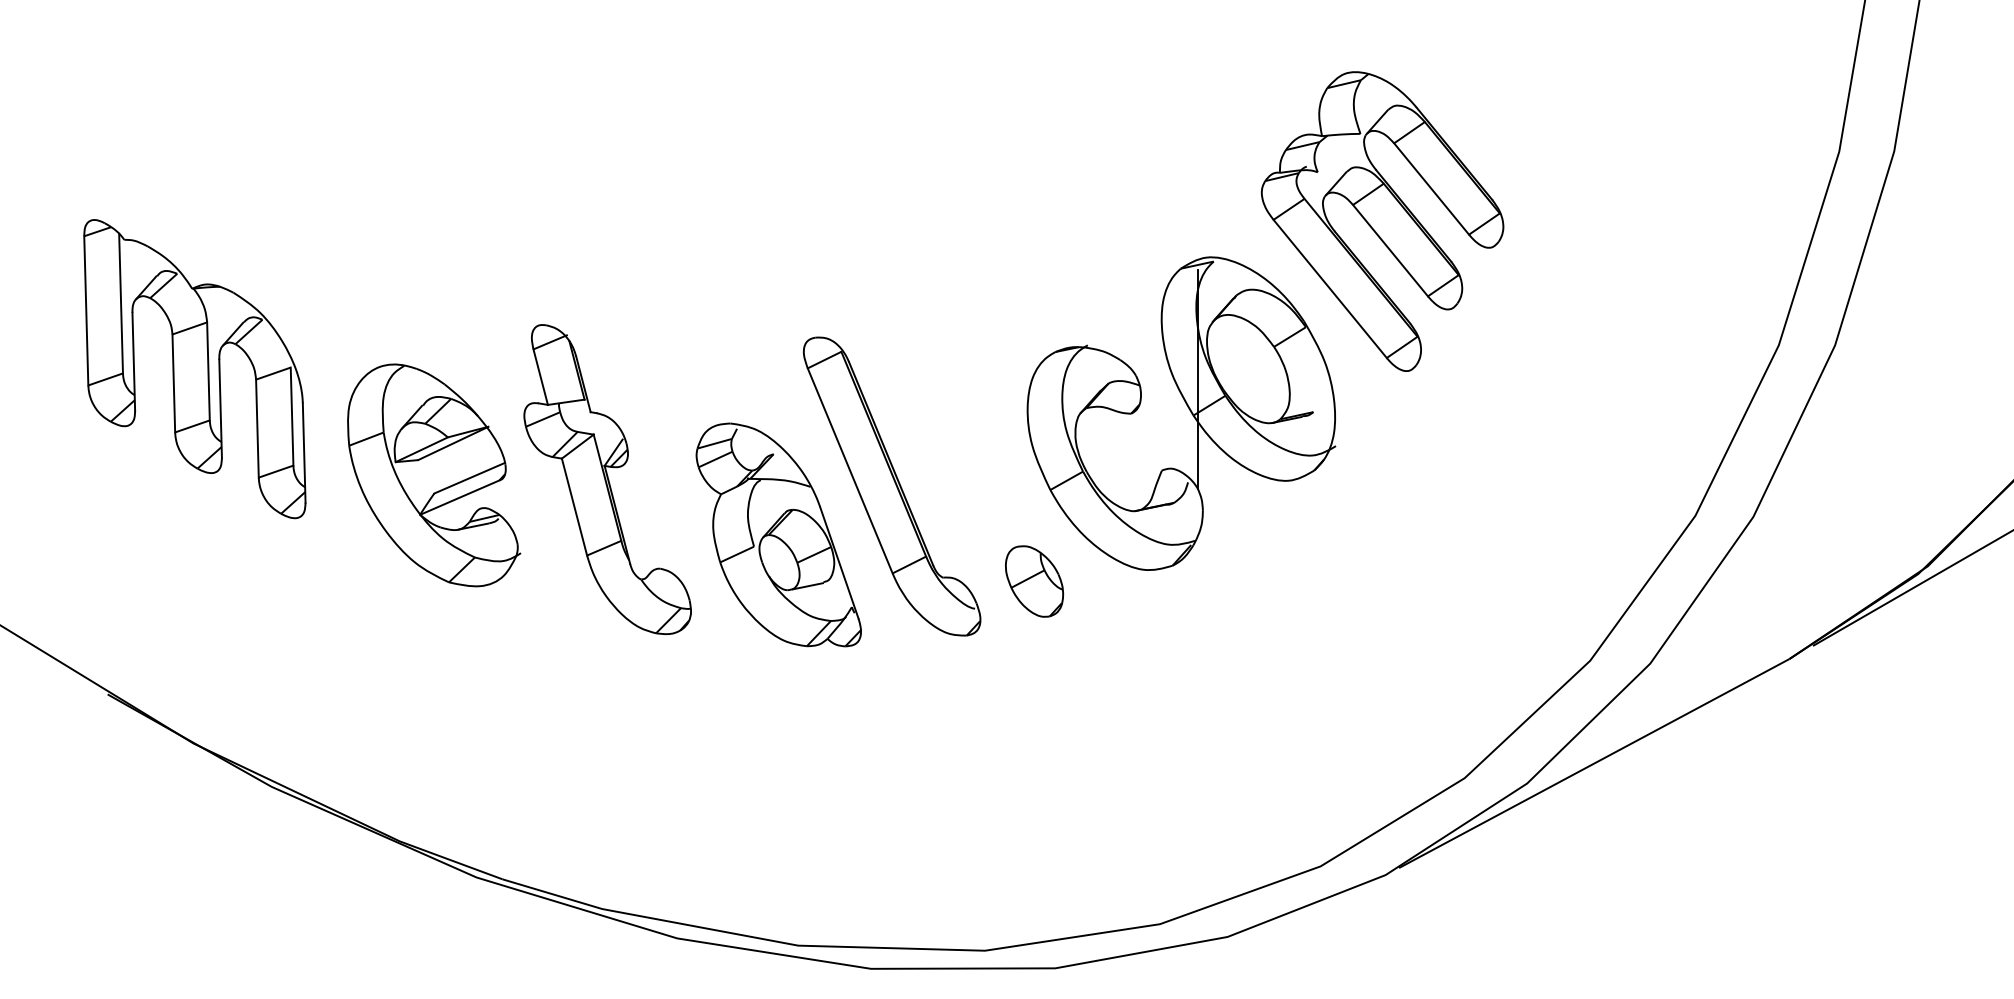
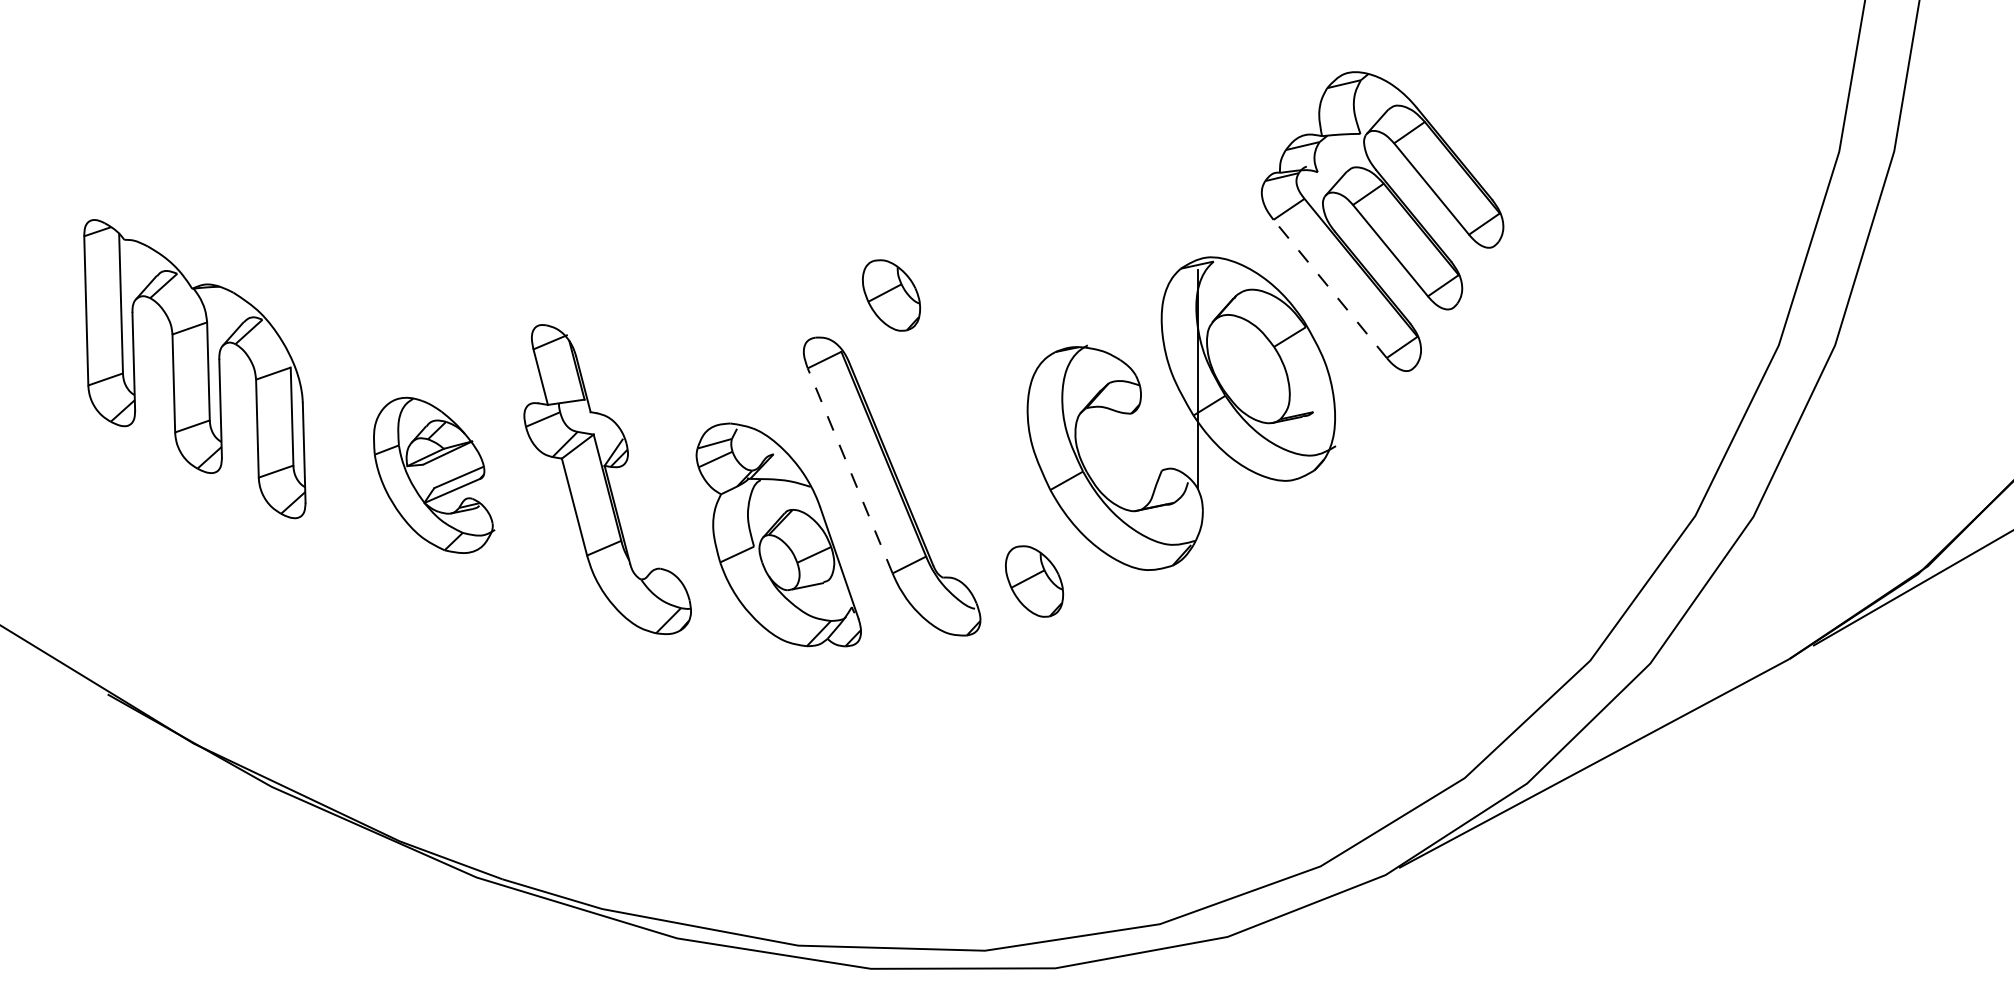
line at (1329, 288): solid -> dashed
part at (891, 295): none -> present
line at (850, 470): solid -> dashed
part at (434, 475) size: 175x225 px -> 123x158 px
